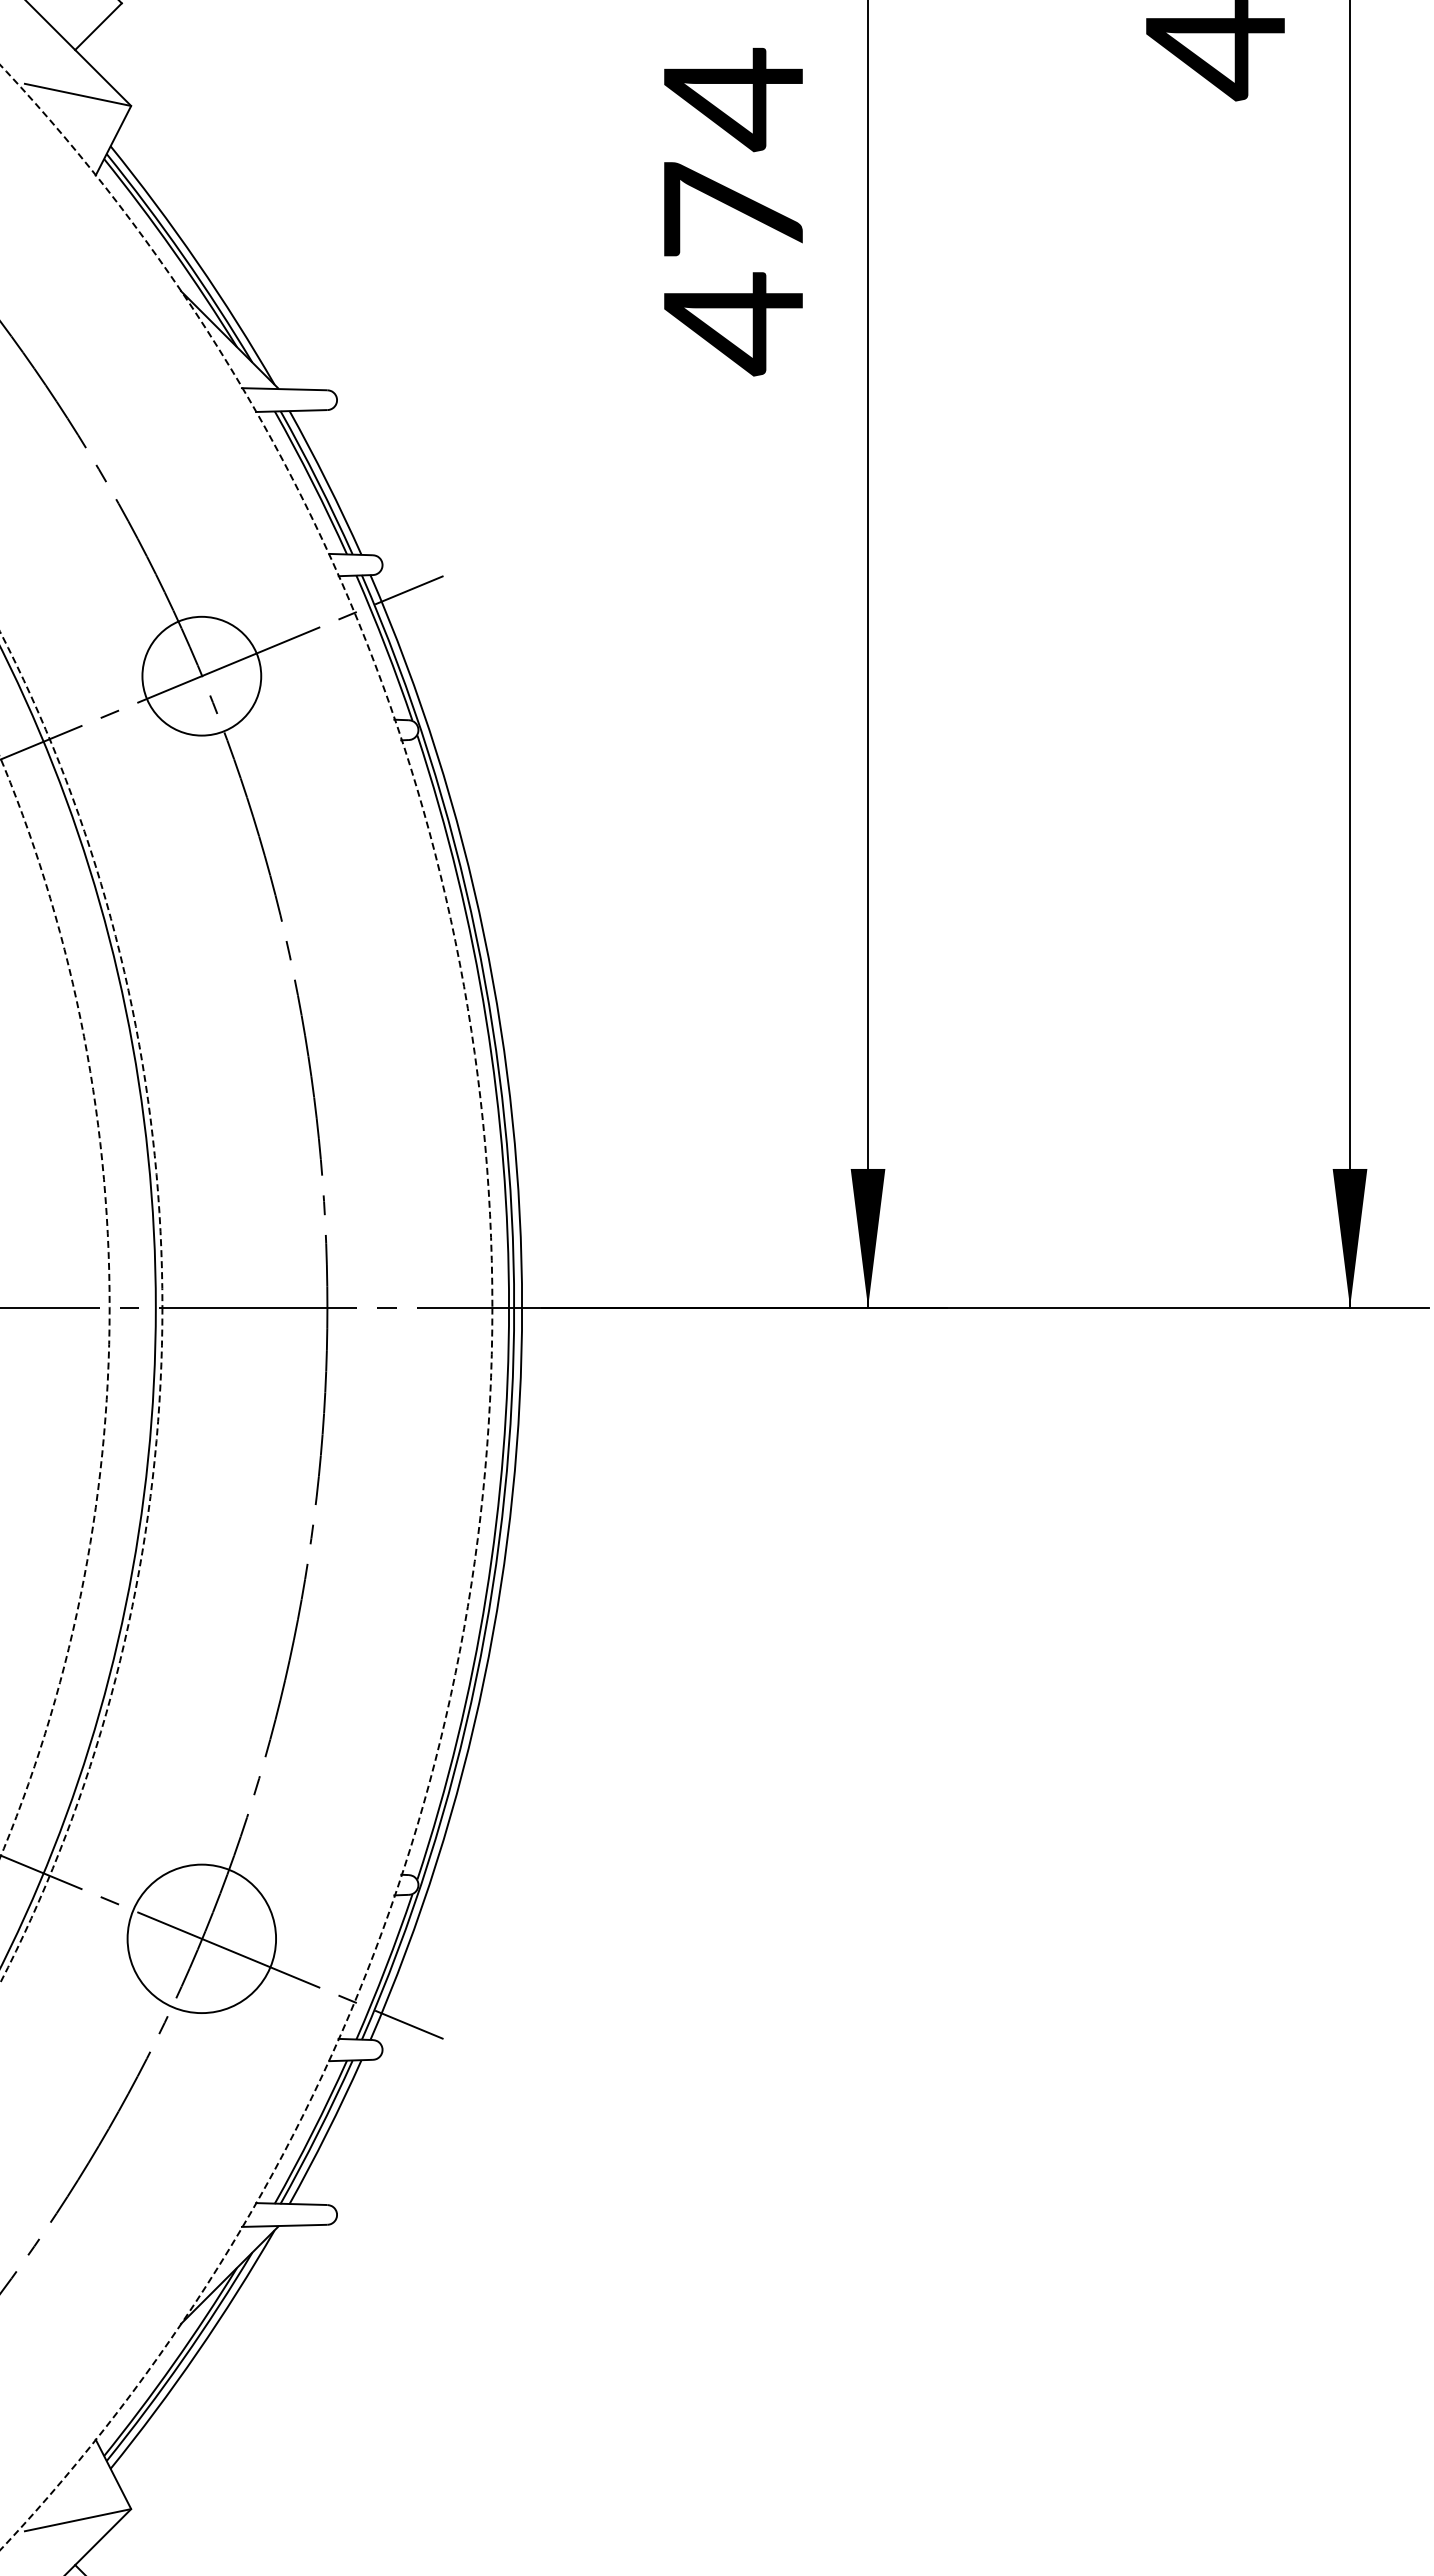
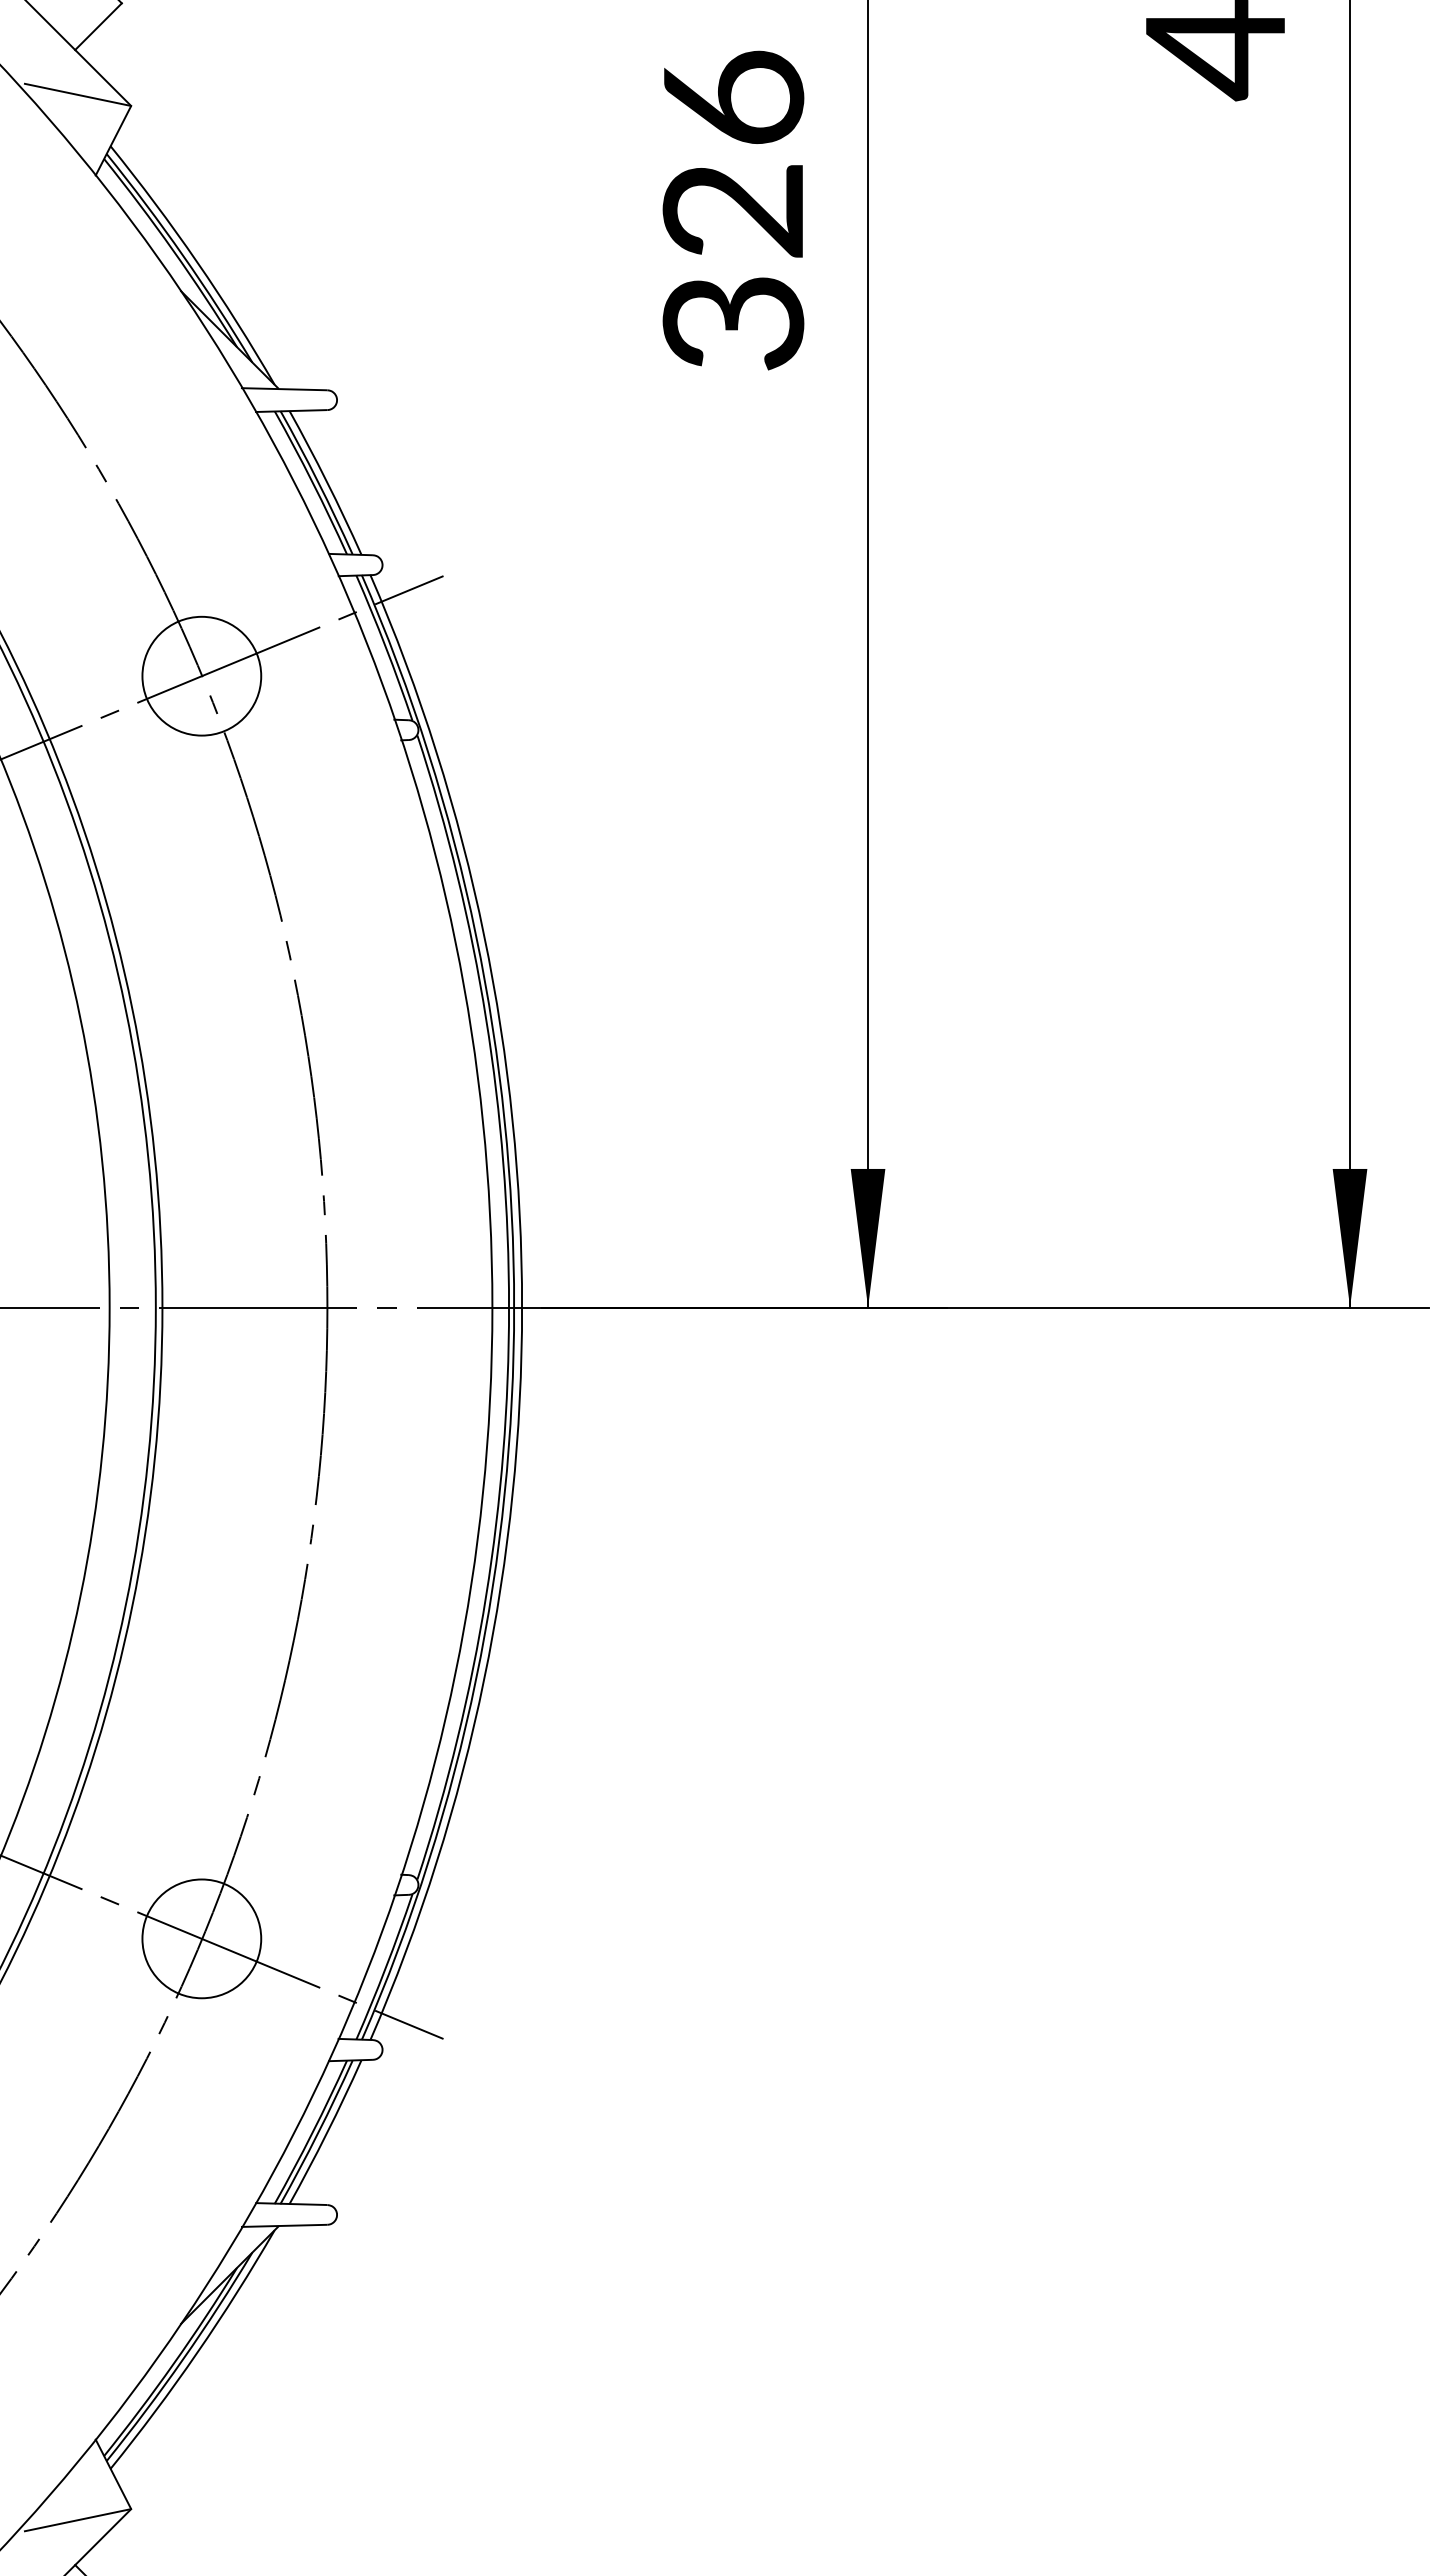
text at (733, 211): 474 -> 326
circle at (54, 1307): dashed -> solid
circle at (81, 1307): dashed -> solid
circle at (246, 1307): dashed -> solid
circle at (201, 1938) diameter: 148 px -> 119 px
